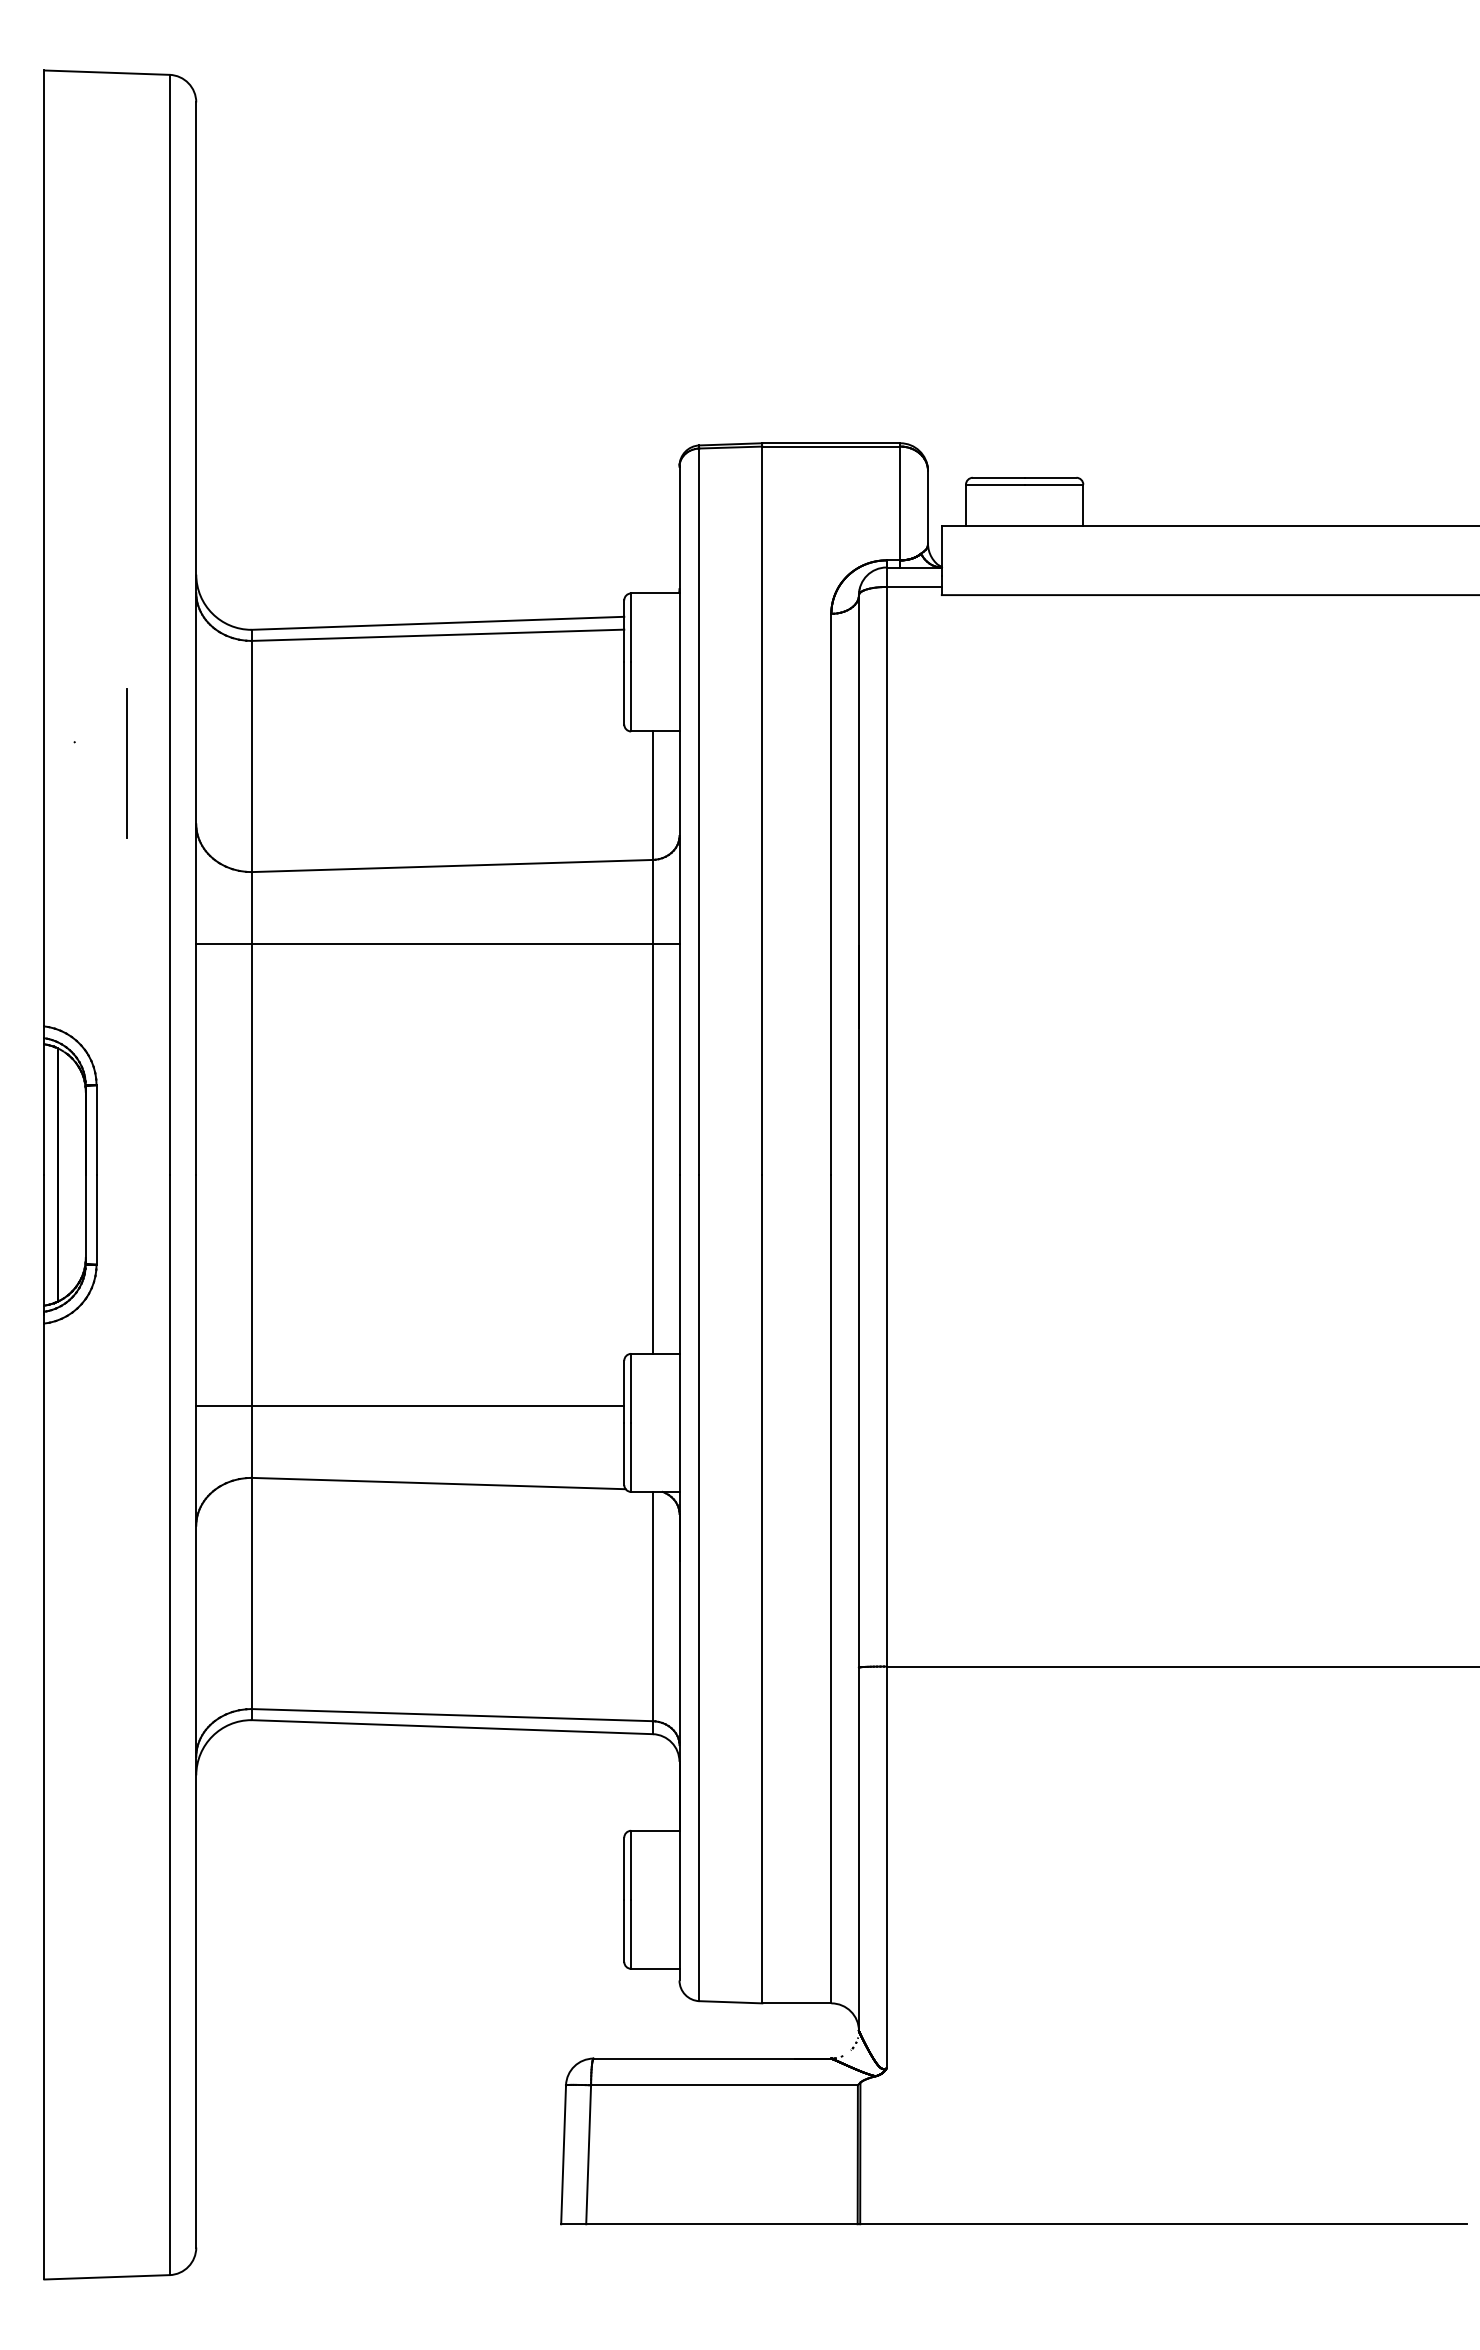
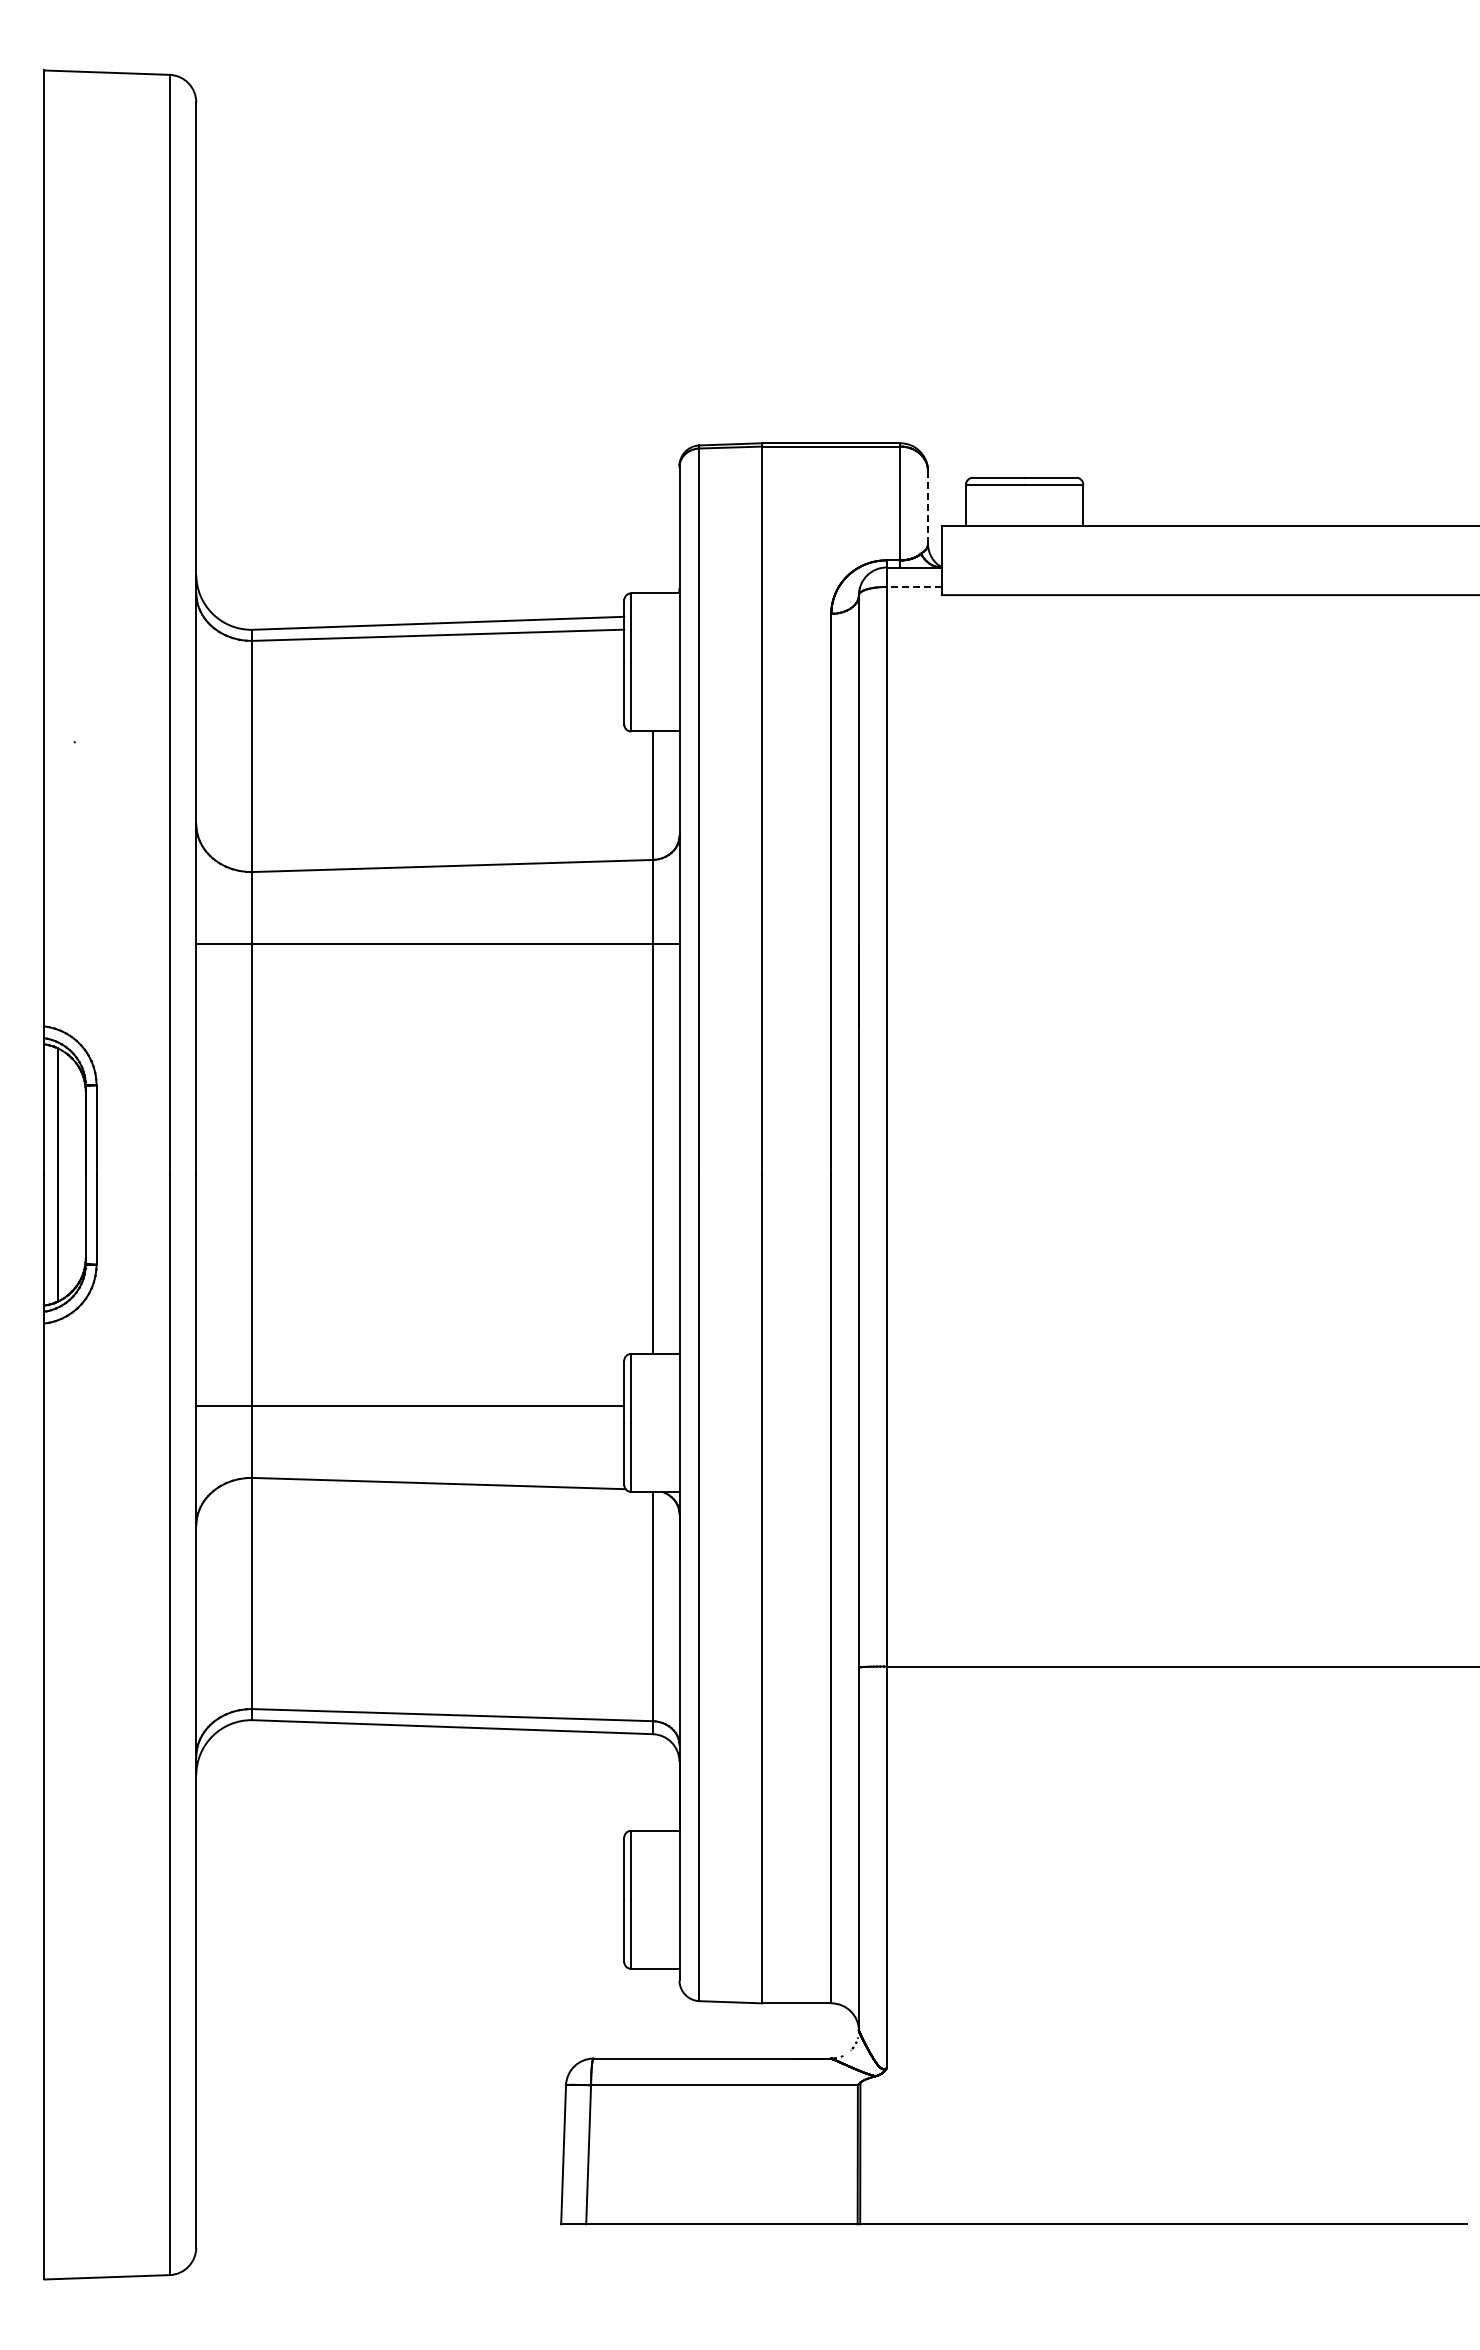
line at (928, 507): solid -> dashed
line at (914, 586): solid -> dashed
line at (126, 763): present -> none
